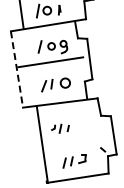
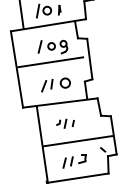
line at (16, 69): dashed -> solid
part at (60, 128) position: (60, 128) -> (65, 123)
line at (78, 140): none -> present
